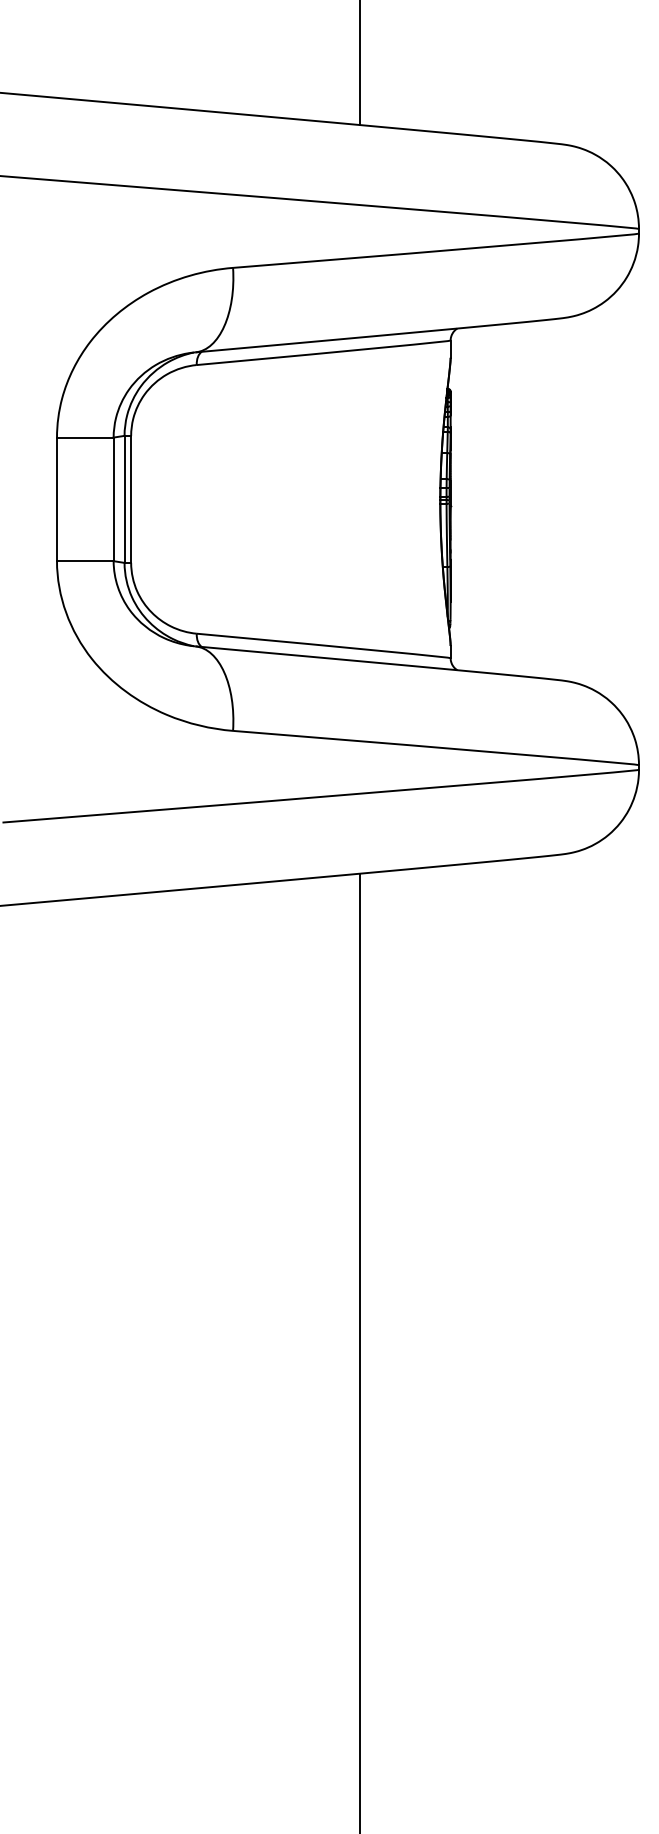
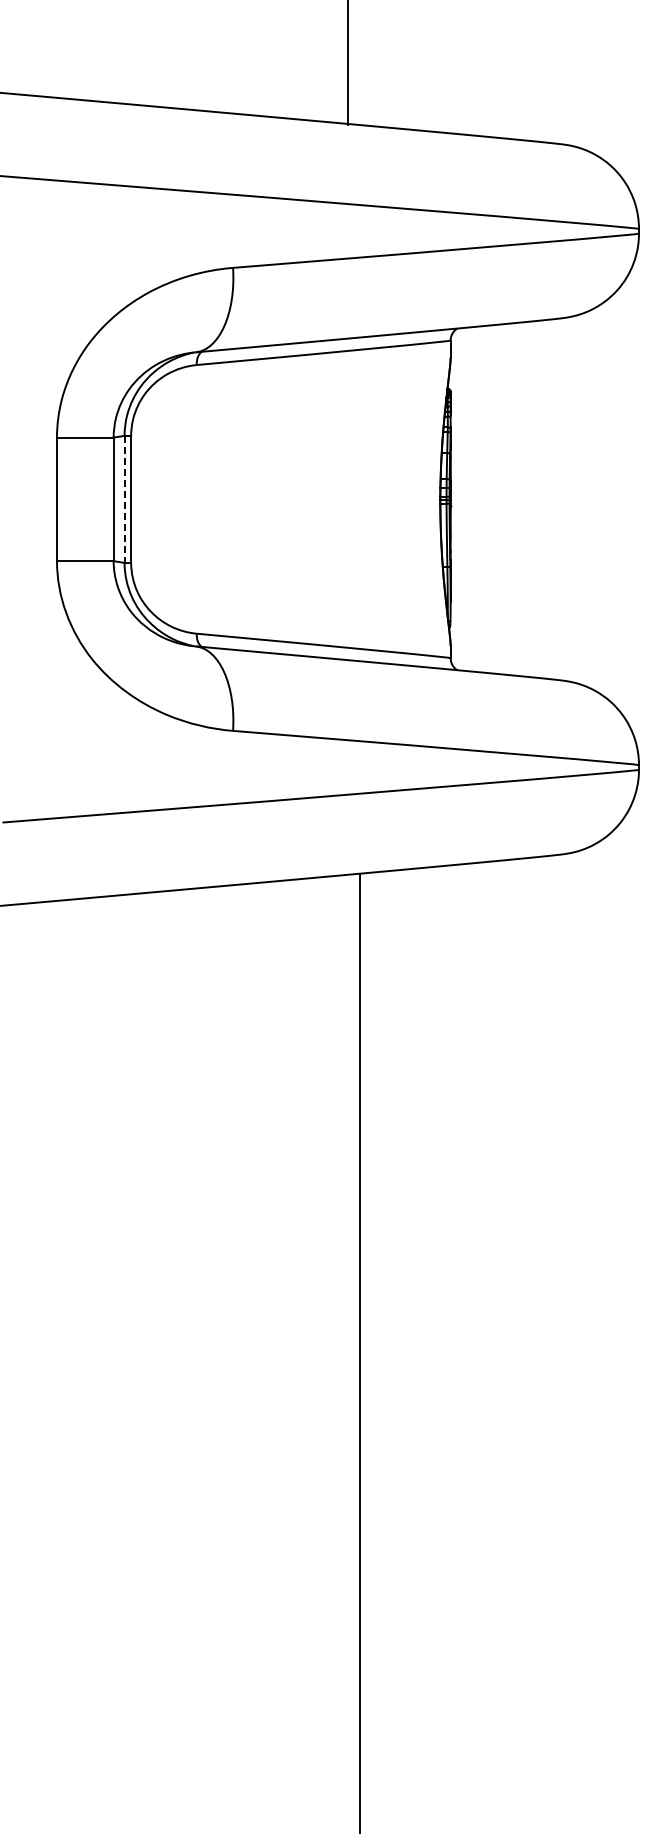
line at (360, 63) position: (360, 63) -> (348, 63)
line at (124, 499): solid -> dashed
